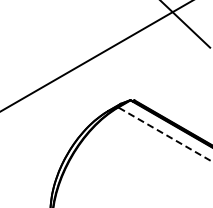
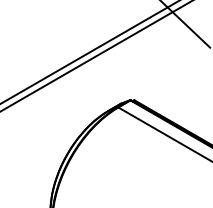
line at (89, 52): none -> present
line at (165, 134): dashed -> solid
